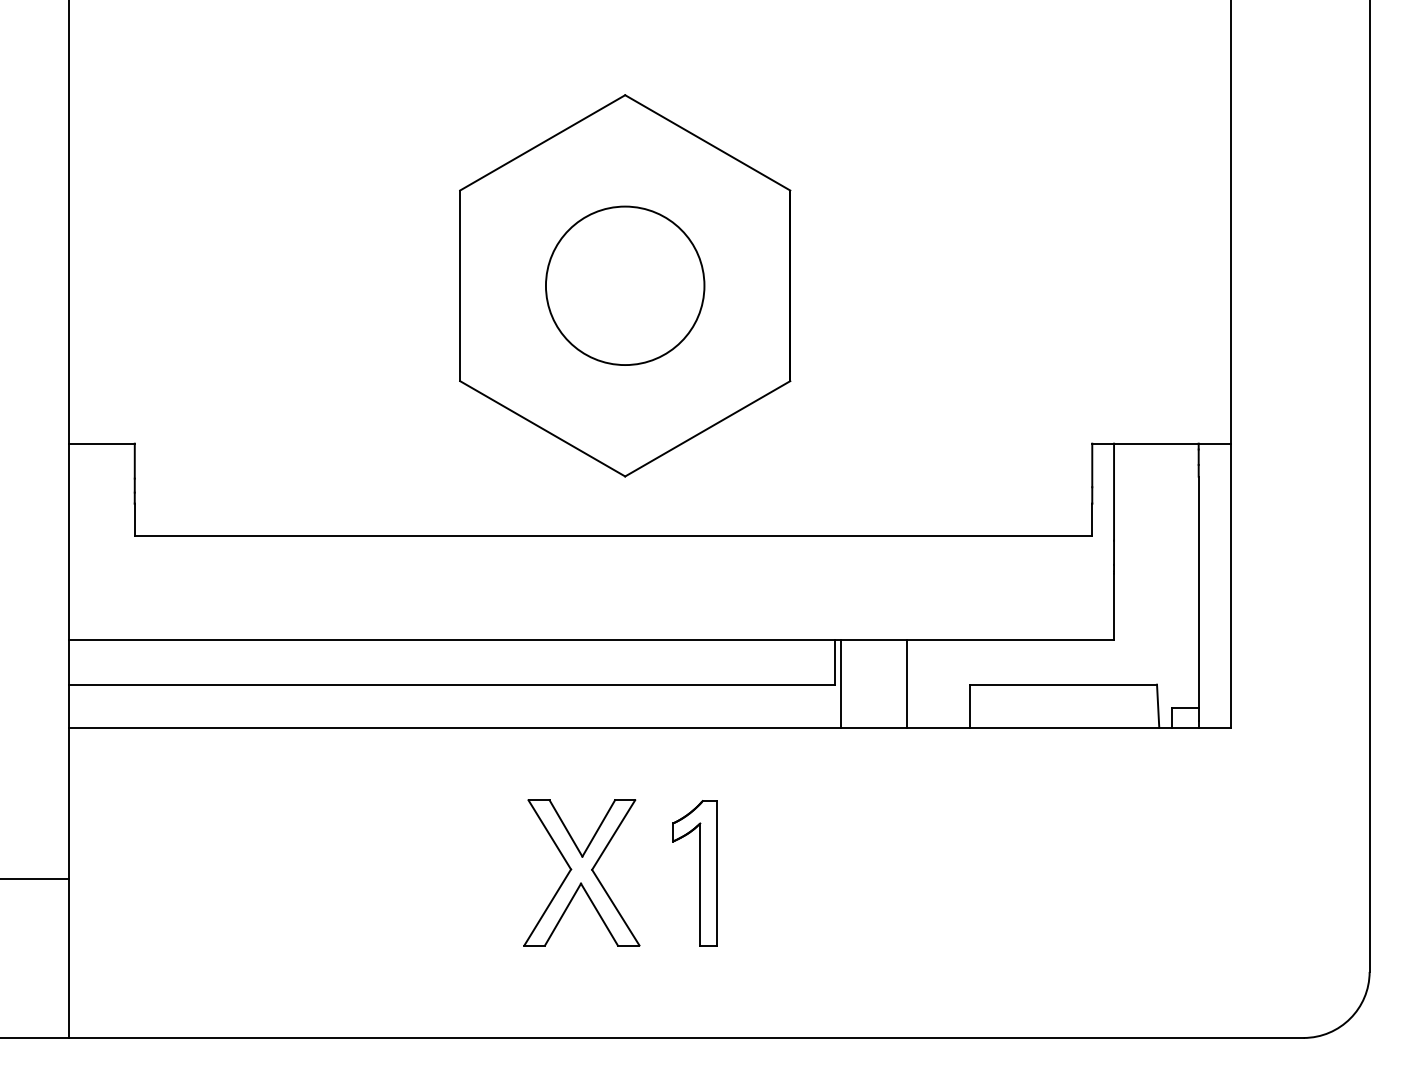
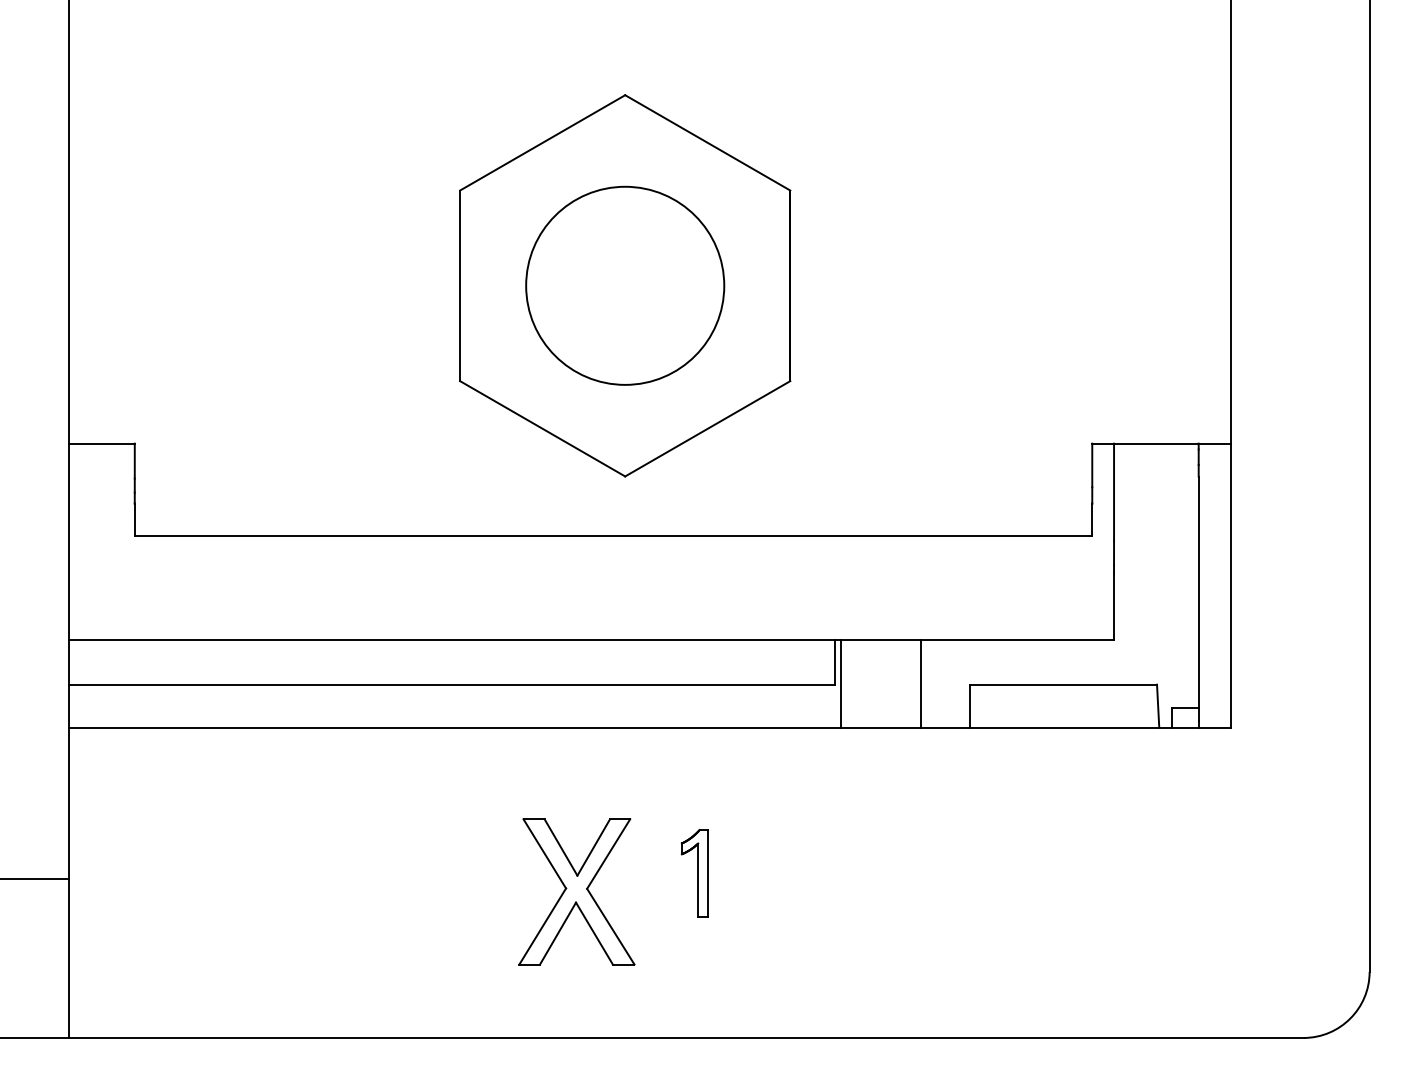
circle at (624, 285) diameter: 158 px -> 198 px
line at (907, 683) position: (907, 683) -> (921, 683)
part at (581, 872) position: (581, 872) -> (576, 891)
part at (694, 873) size: 46x147 px -> 29x89 px
